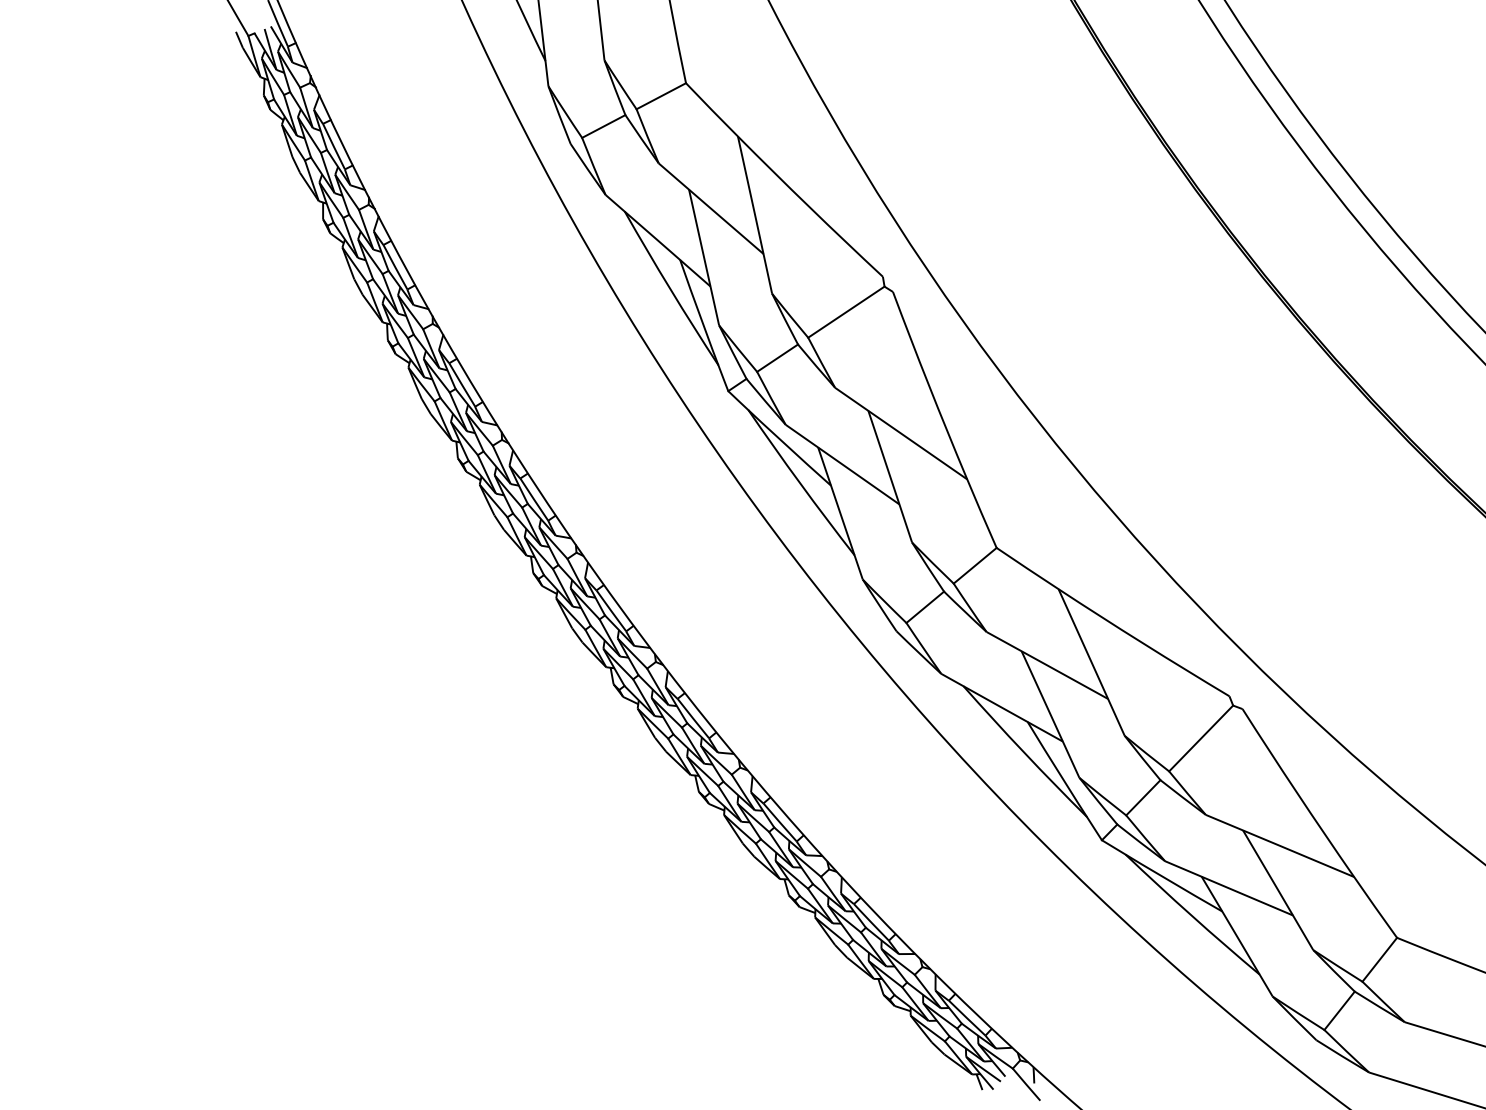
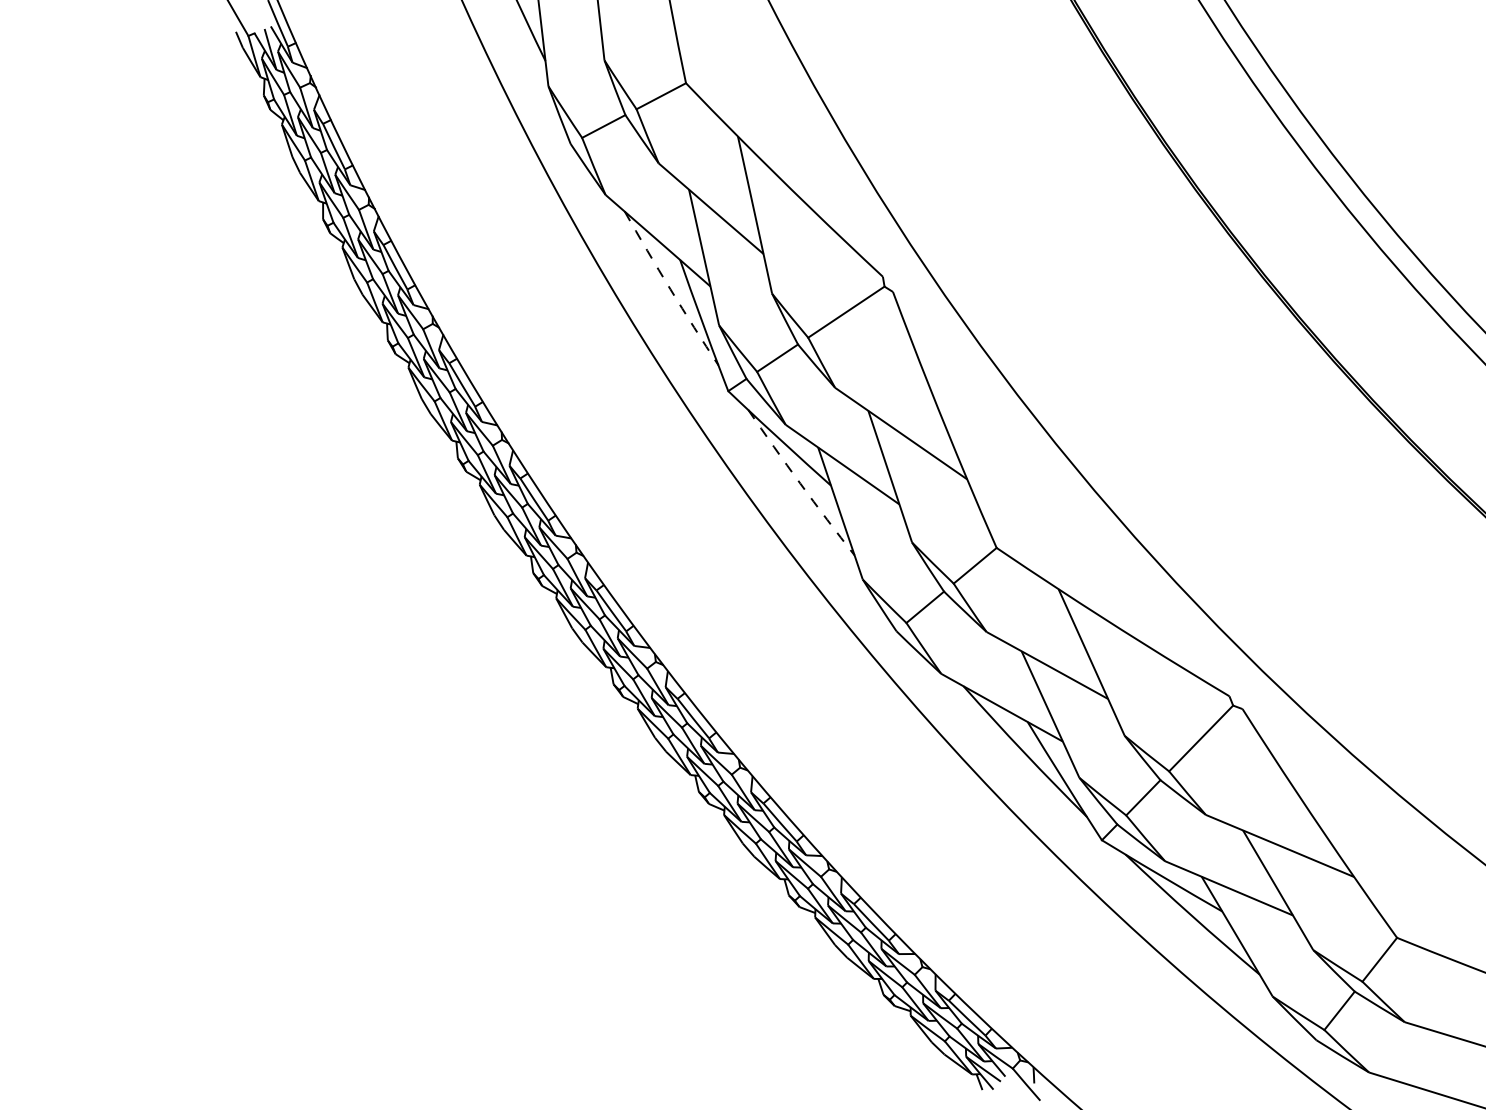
arc at (670, 289): solid -> dashed
arc at (800, 483): solid -> dashed
